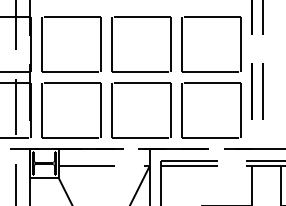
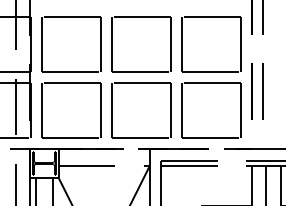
line at (266, 184): none -> present
line at (35, 189): none -> present
line at (52, 189): none -> present
